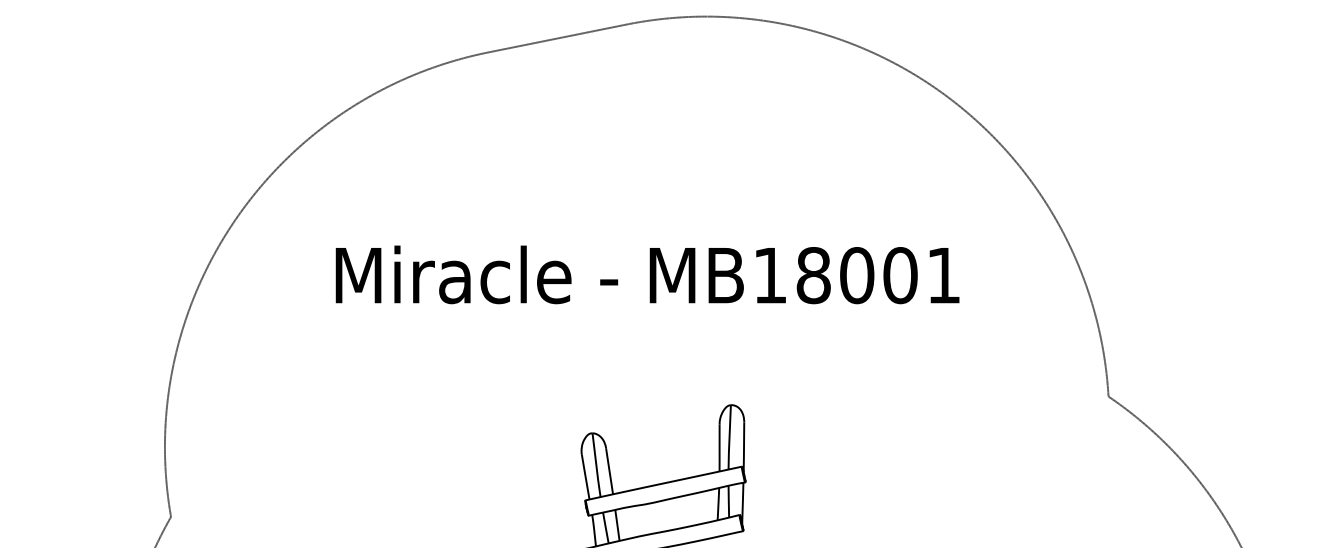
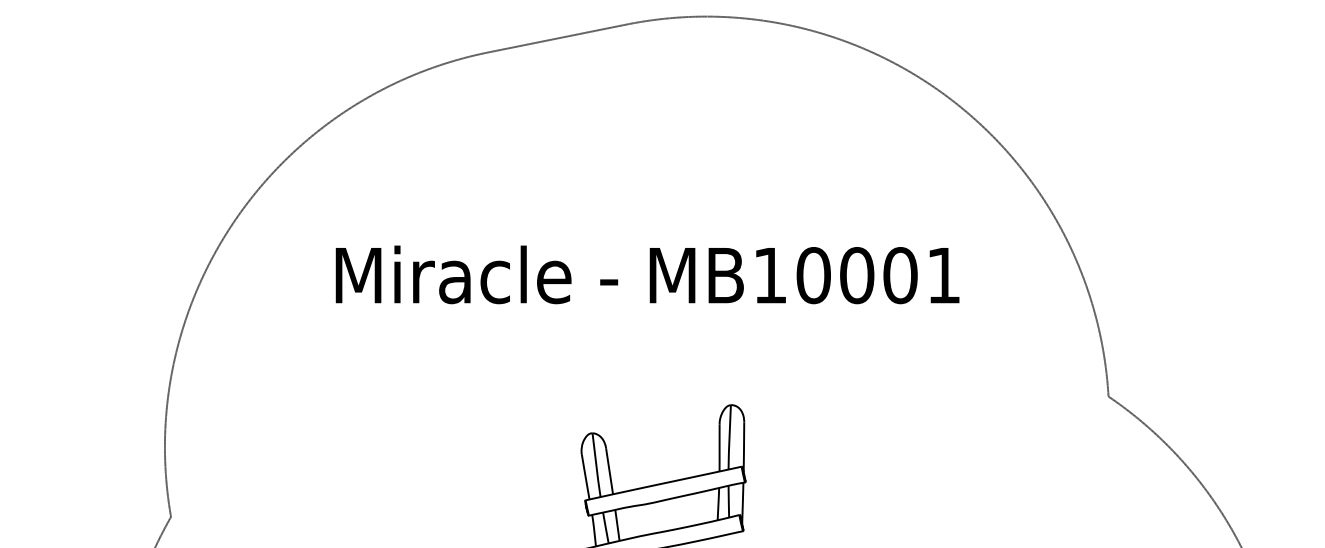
text at (813, 275): MB18001 -> MB10001
